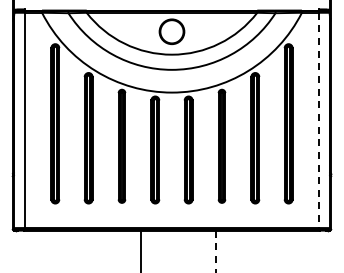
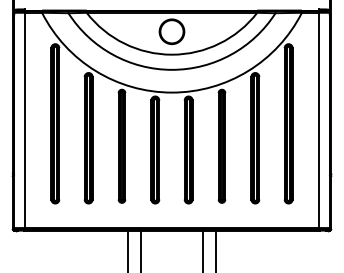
line at (318, 120): dashed -> solid
line at (127, 249): none -> present
line at (203, 249): none -> present
line at (216, 251): dashed -> solid
